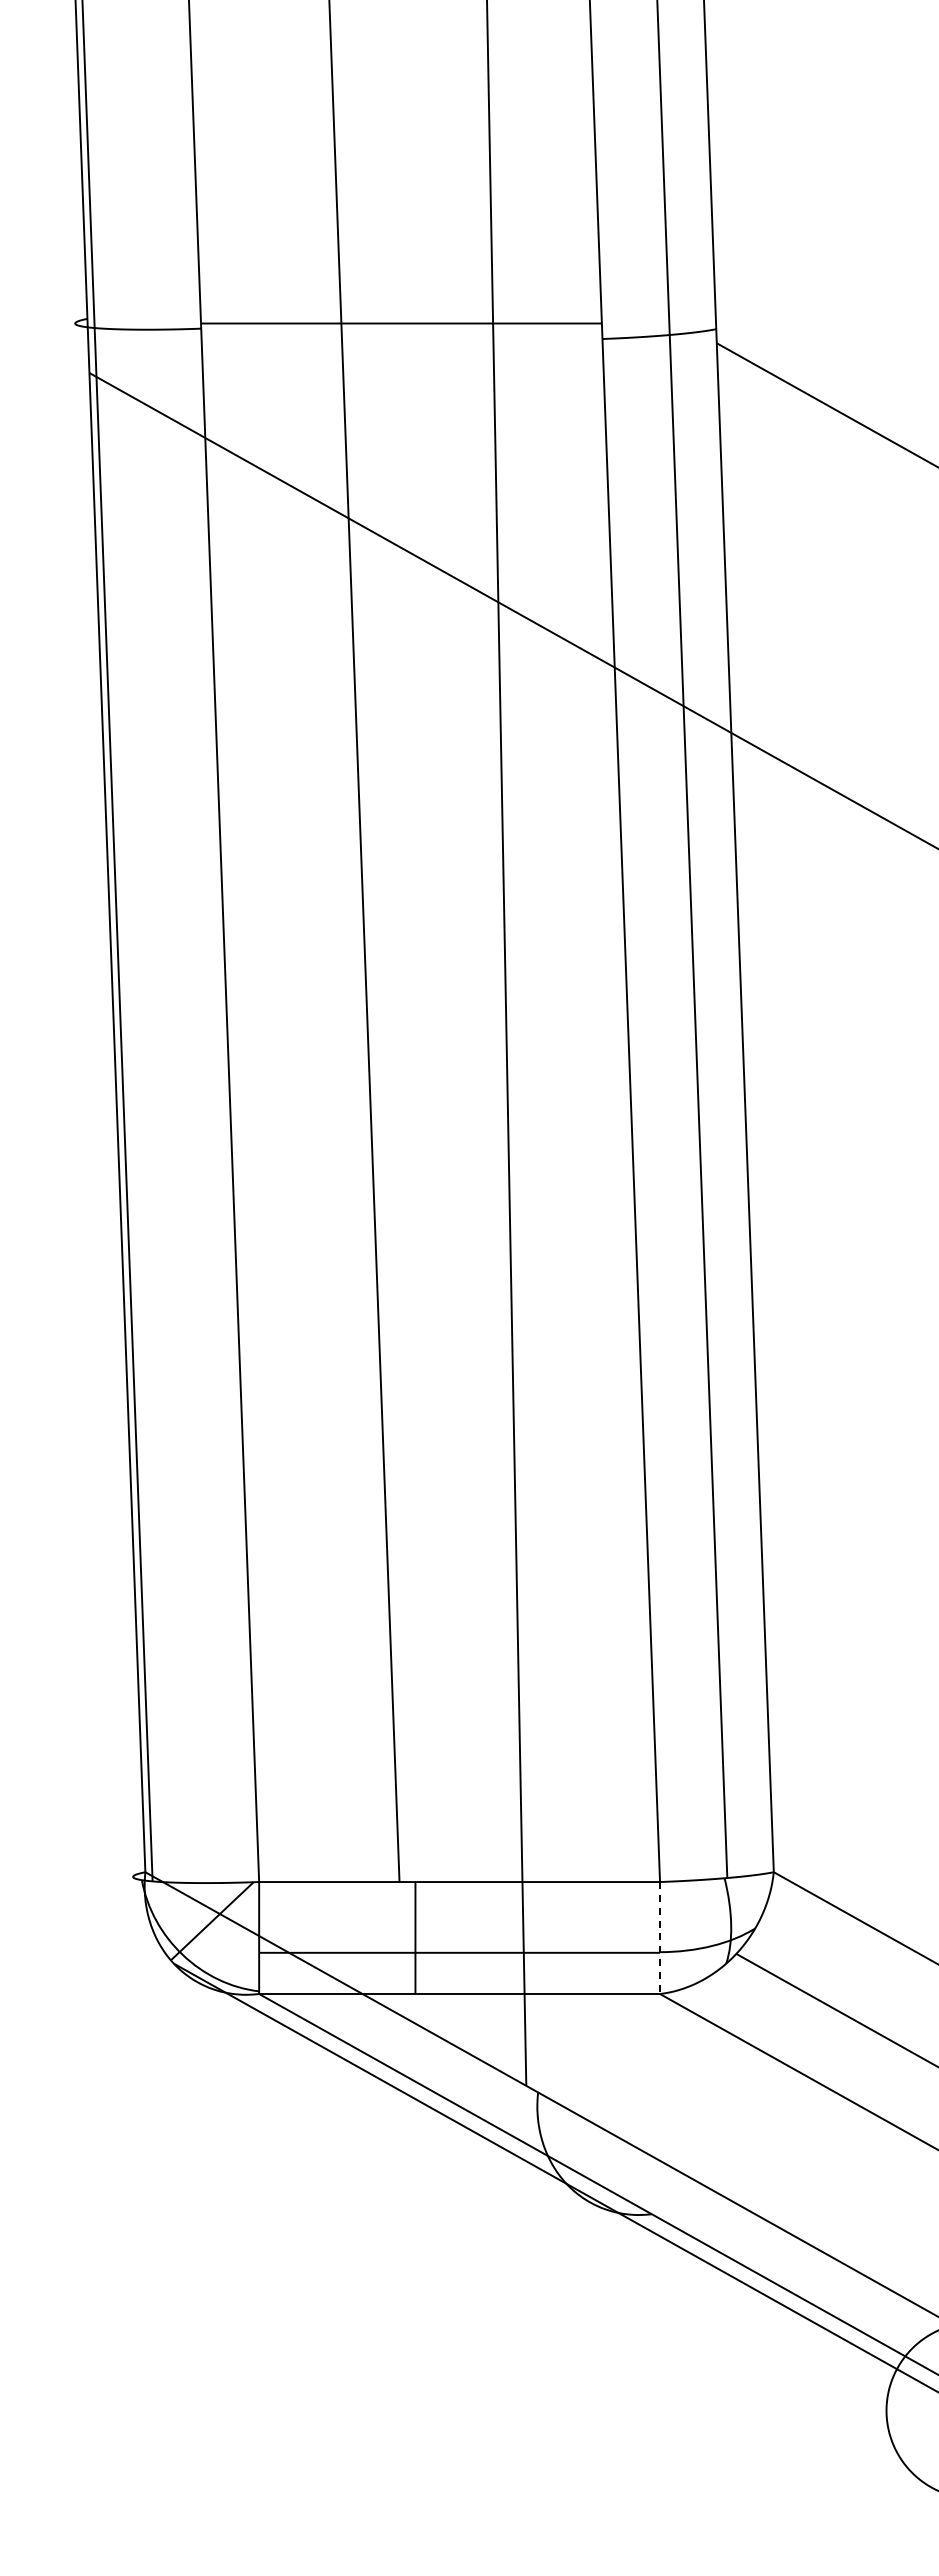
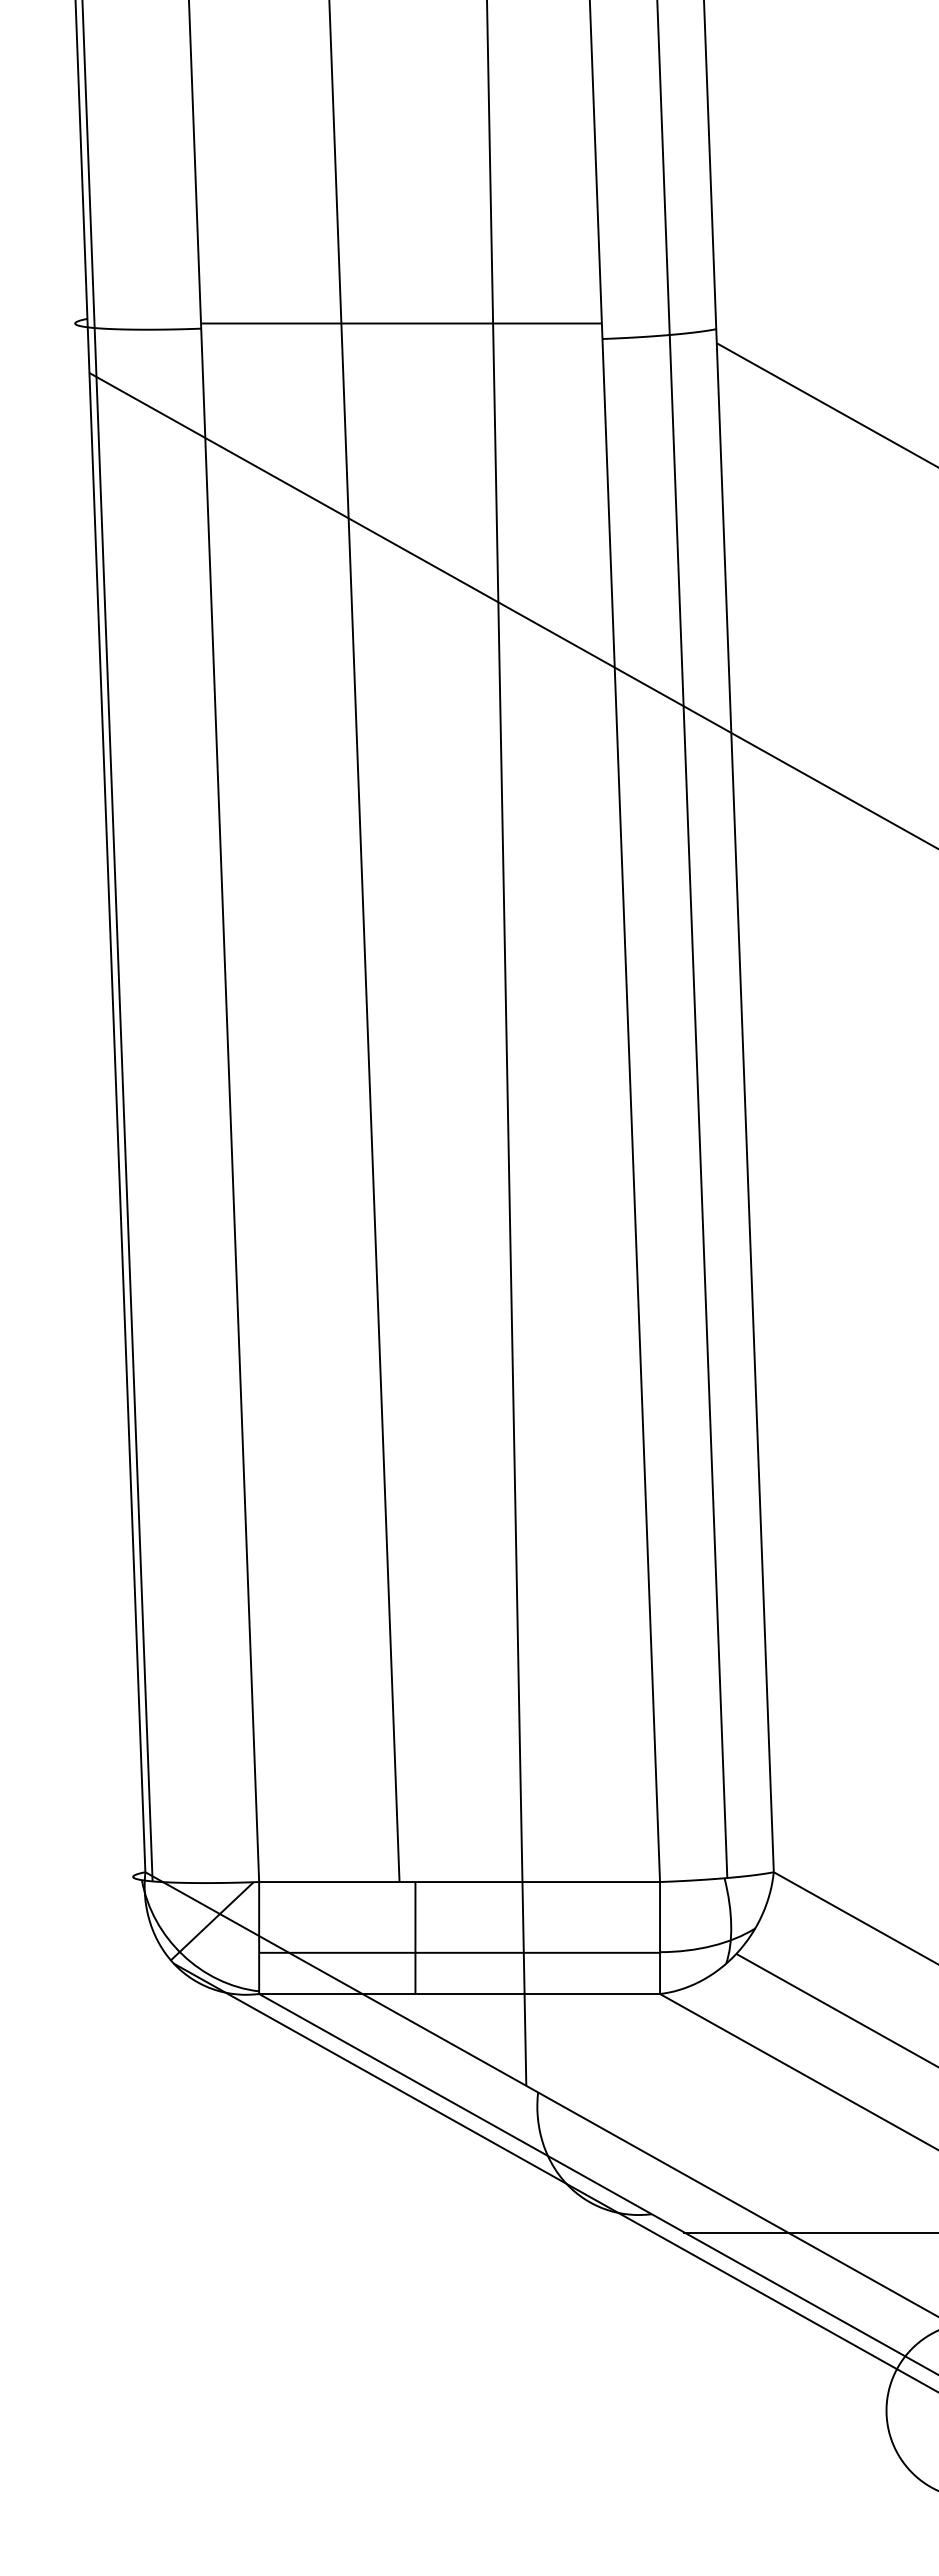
arc at (660, 1942): dashed -> solid
line at (809, 2232): none -> present
